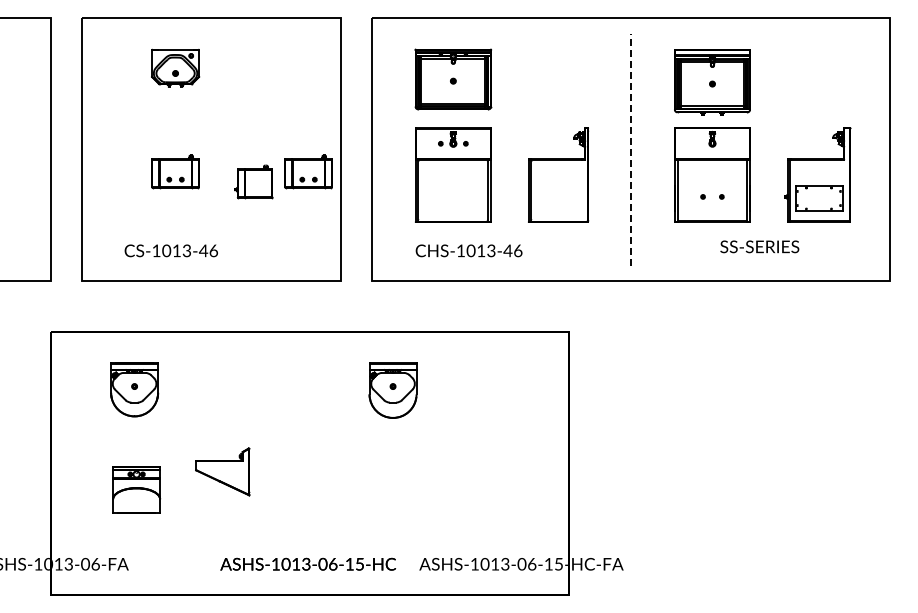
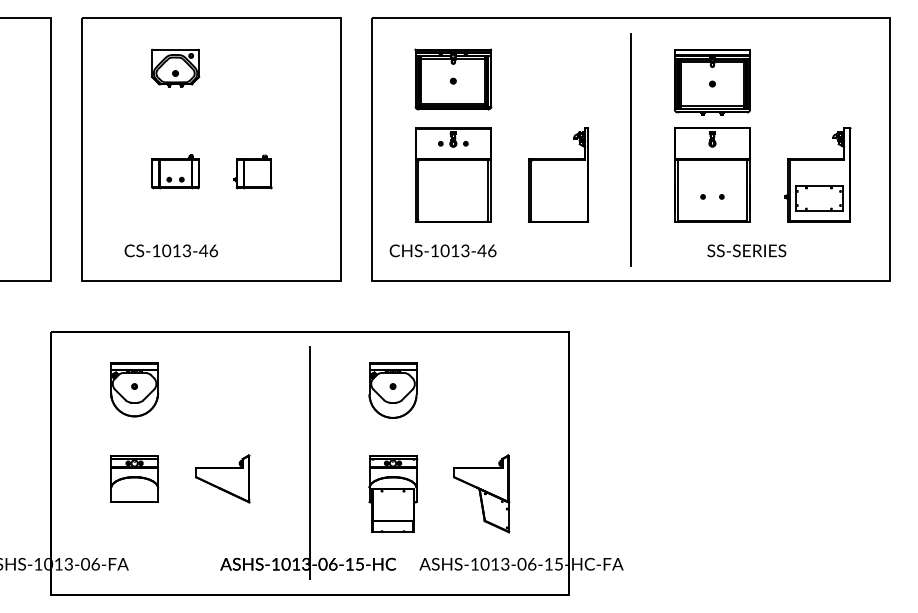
line at (631, 149): dashed -> solid
part at (308, 171): present -> none
part at (253, 181) position: (253, 181) -> (252, 171)
text at (759, 246) position: (759, 246) -> (746, 250)
text at (468, 250) position: (468, 250) -> (442, 250)
line at (309, 463): none -> present
part at (222, 471) position: (222, 471) -> (222, 478)
part at (136, 489) position: (136, 489) -> (134, 478)
part at (481, 493): none -> present
part at (393, 494): none -> present
